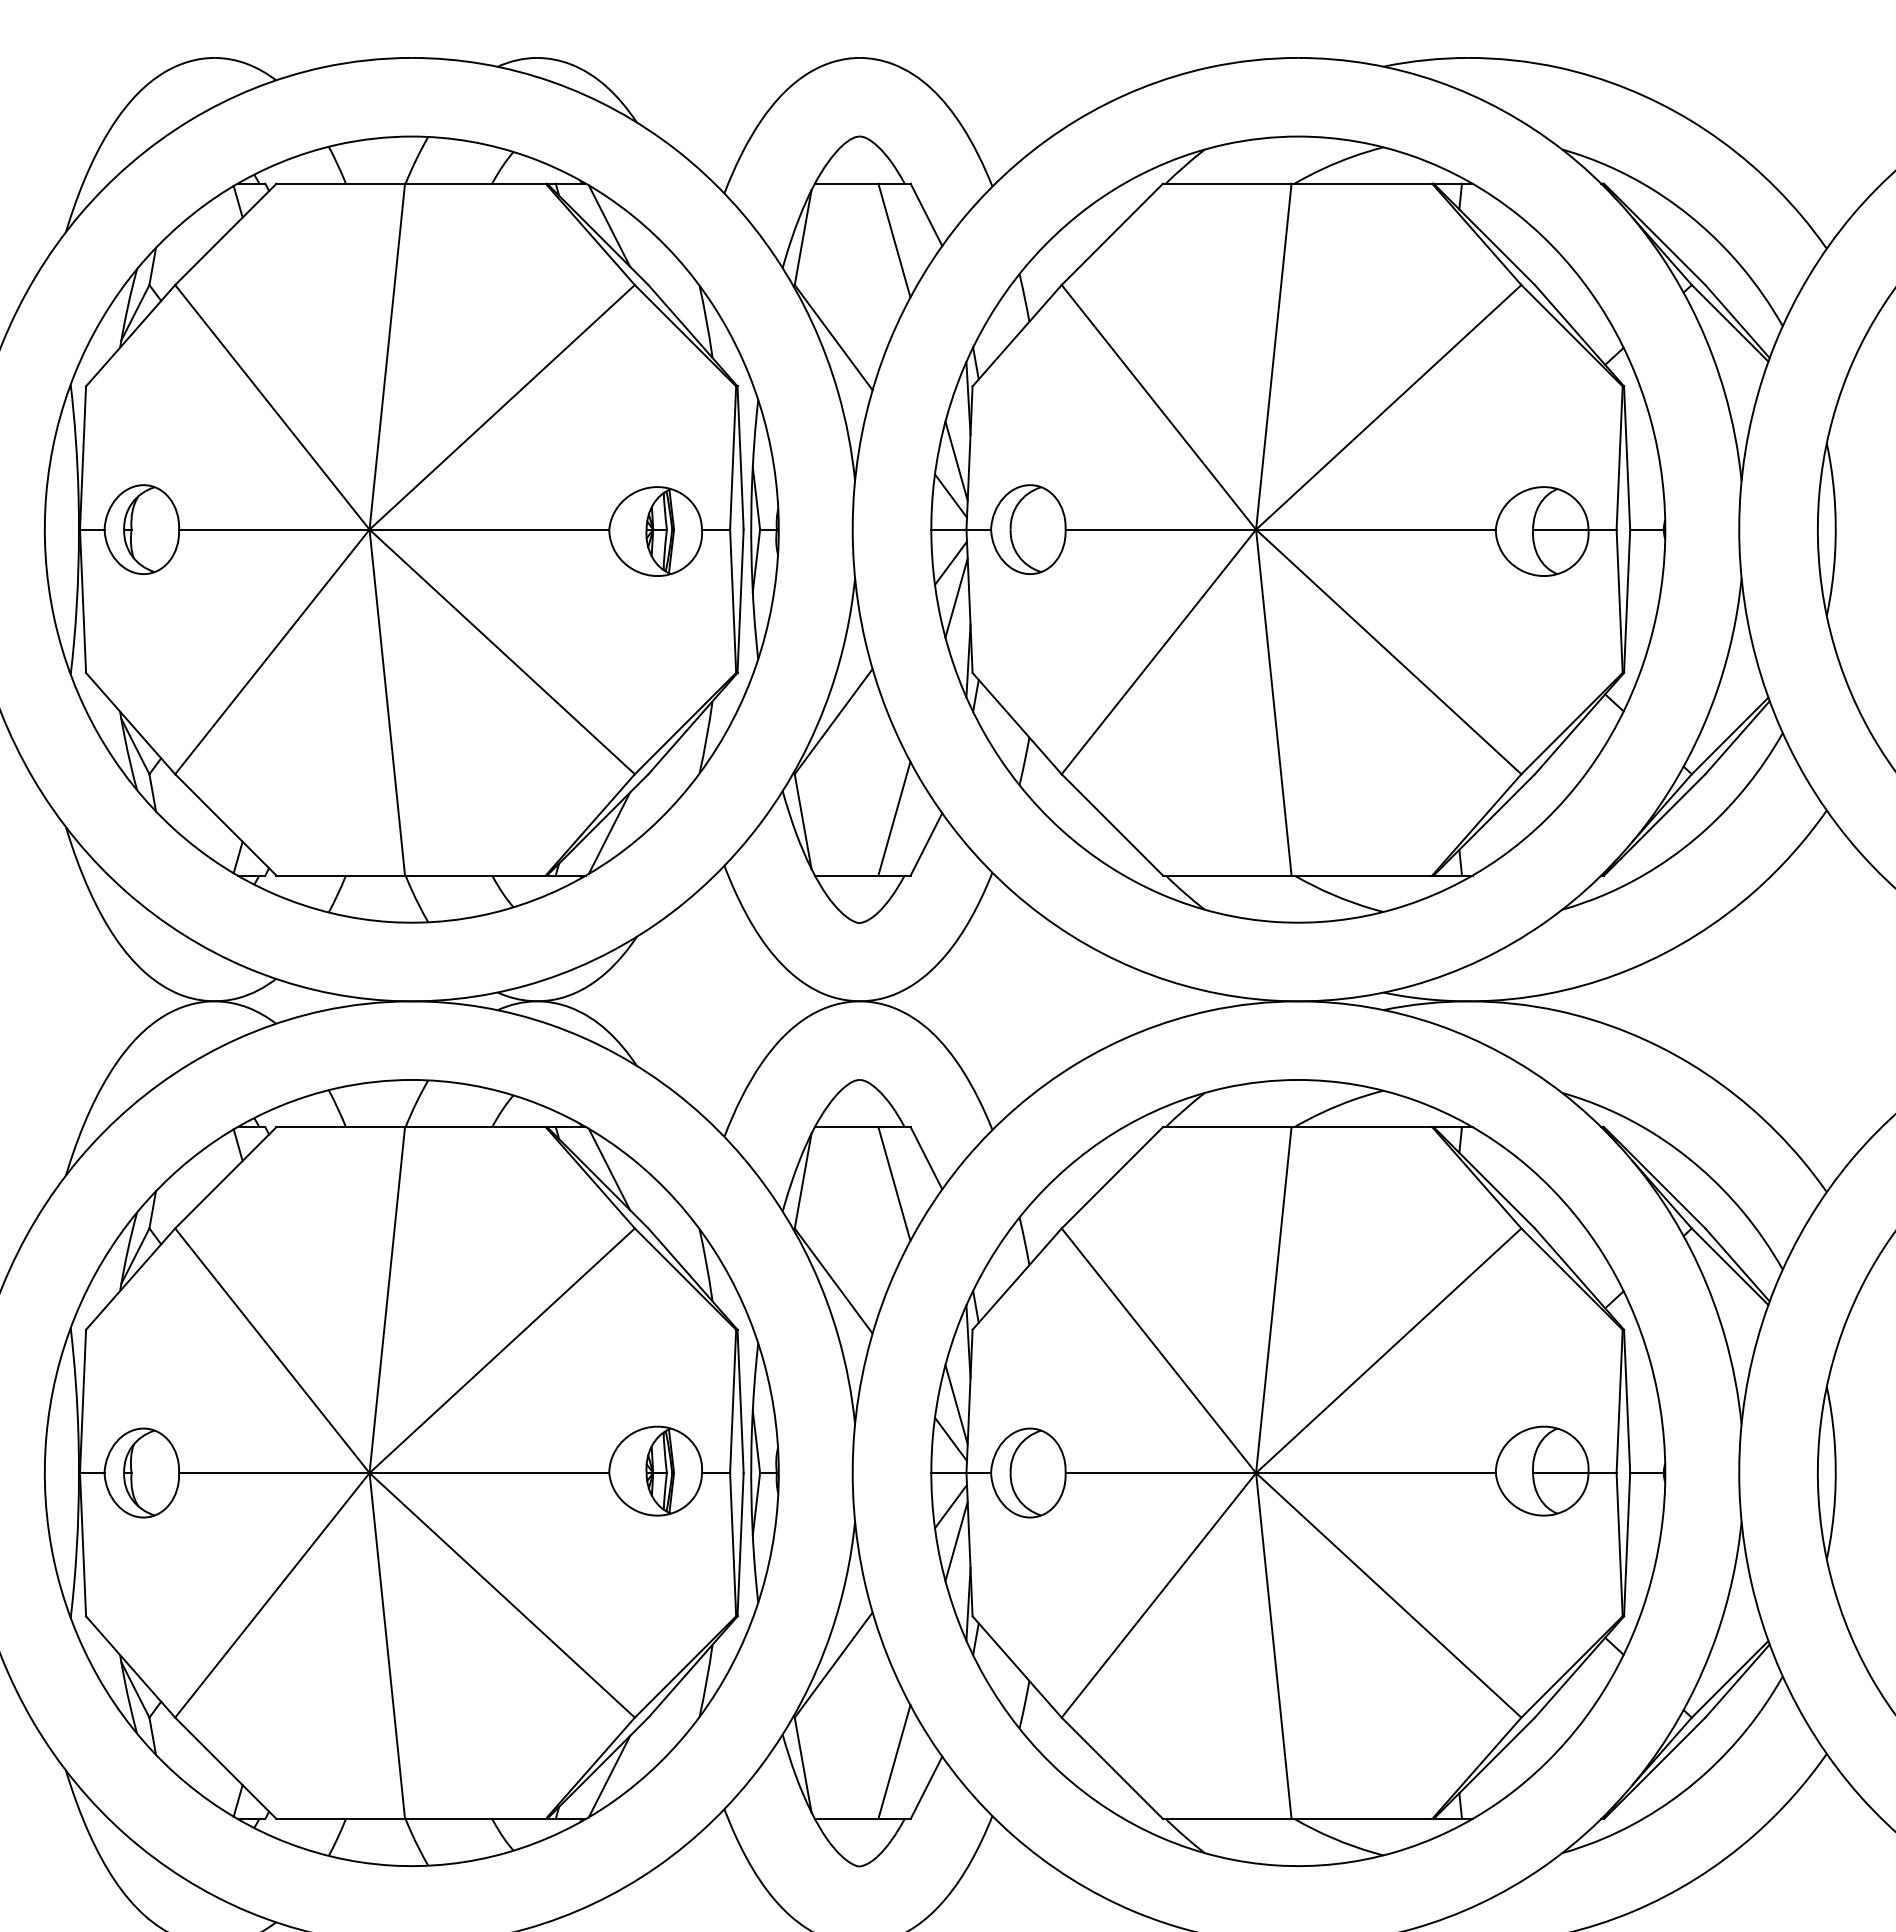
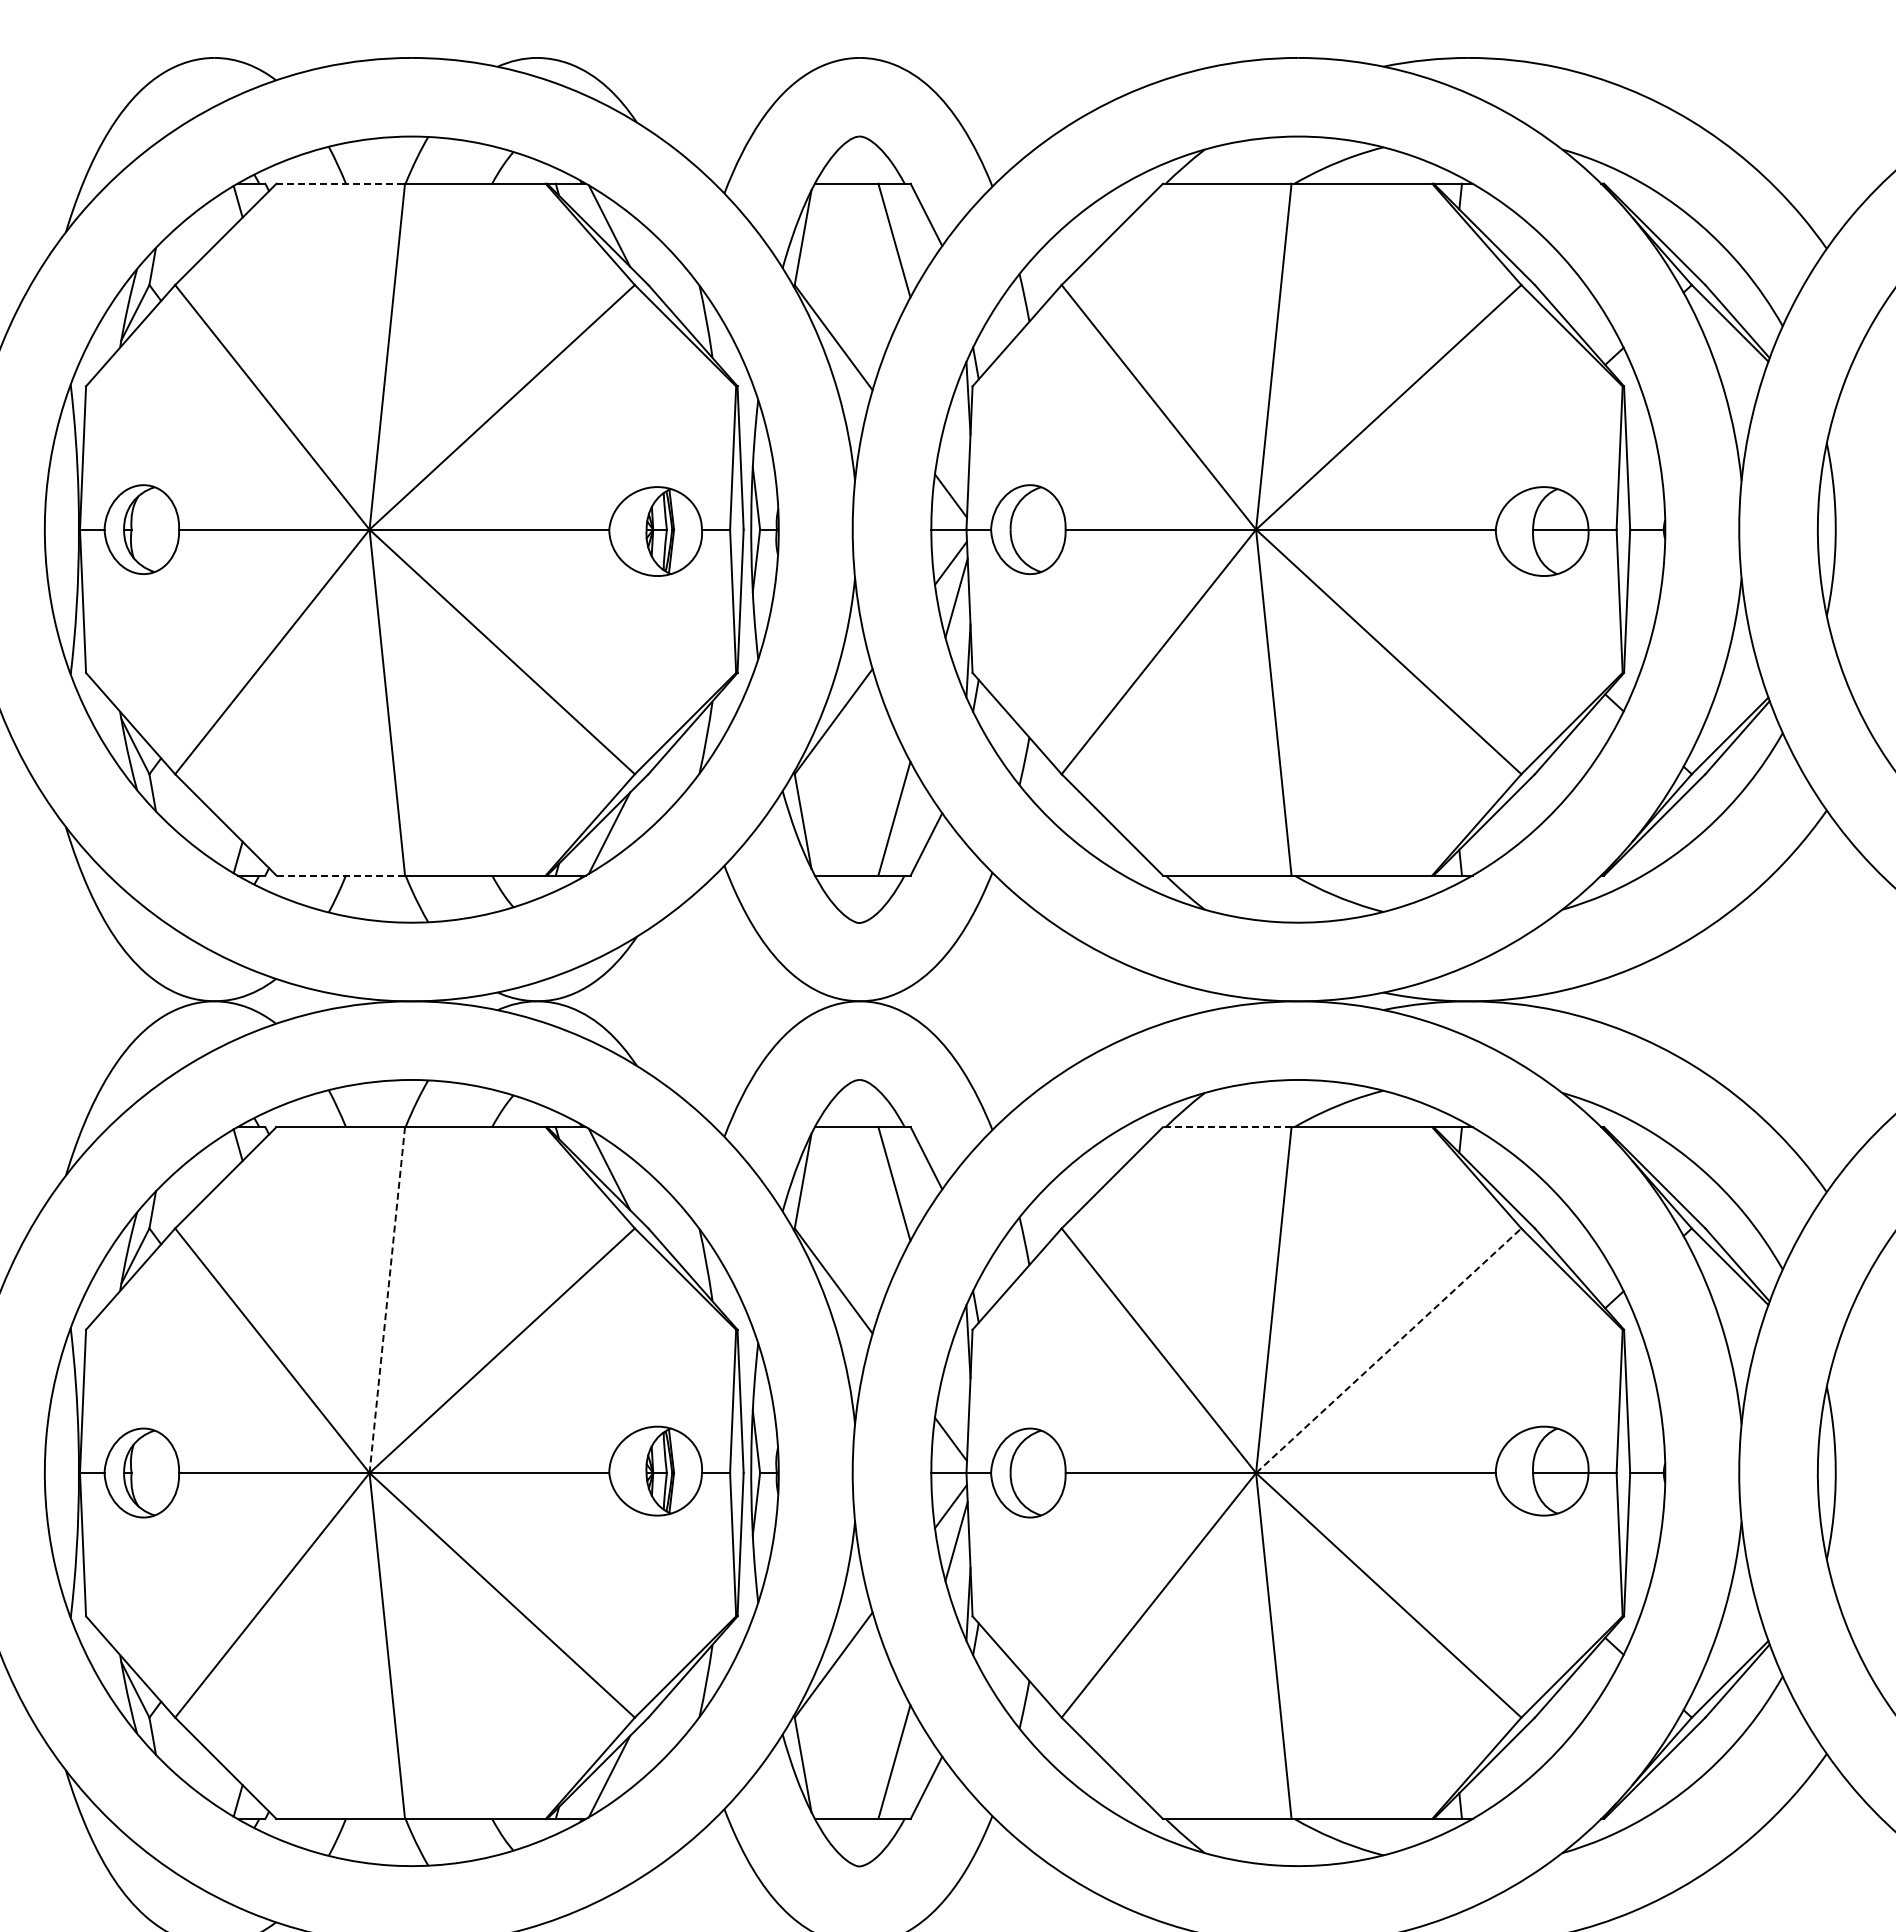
line at (341, 183): solid -> dashed
line at (956, 460): present -> none
line at (340, 875): solid -> dashed
line at (1226, 1127): solid -> dashed
line at (387, 1300): solid -> dashed
line at (1389, 1350): solid -> dashed
line at (956, 1404): present -> none
